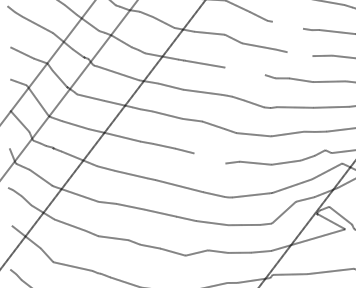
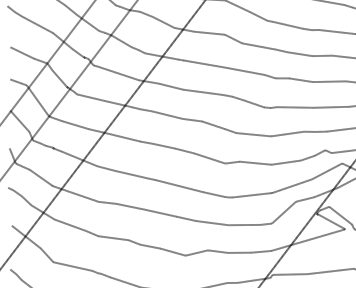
line at (287, 24): none -> present
line at (299, 54): none -> present
line at (244, 71): none -> present
line at (209, 158): none -> present
